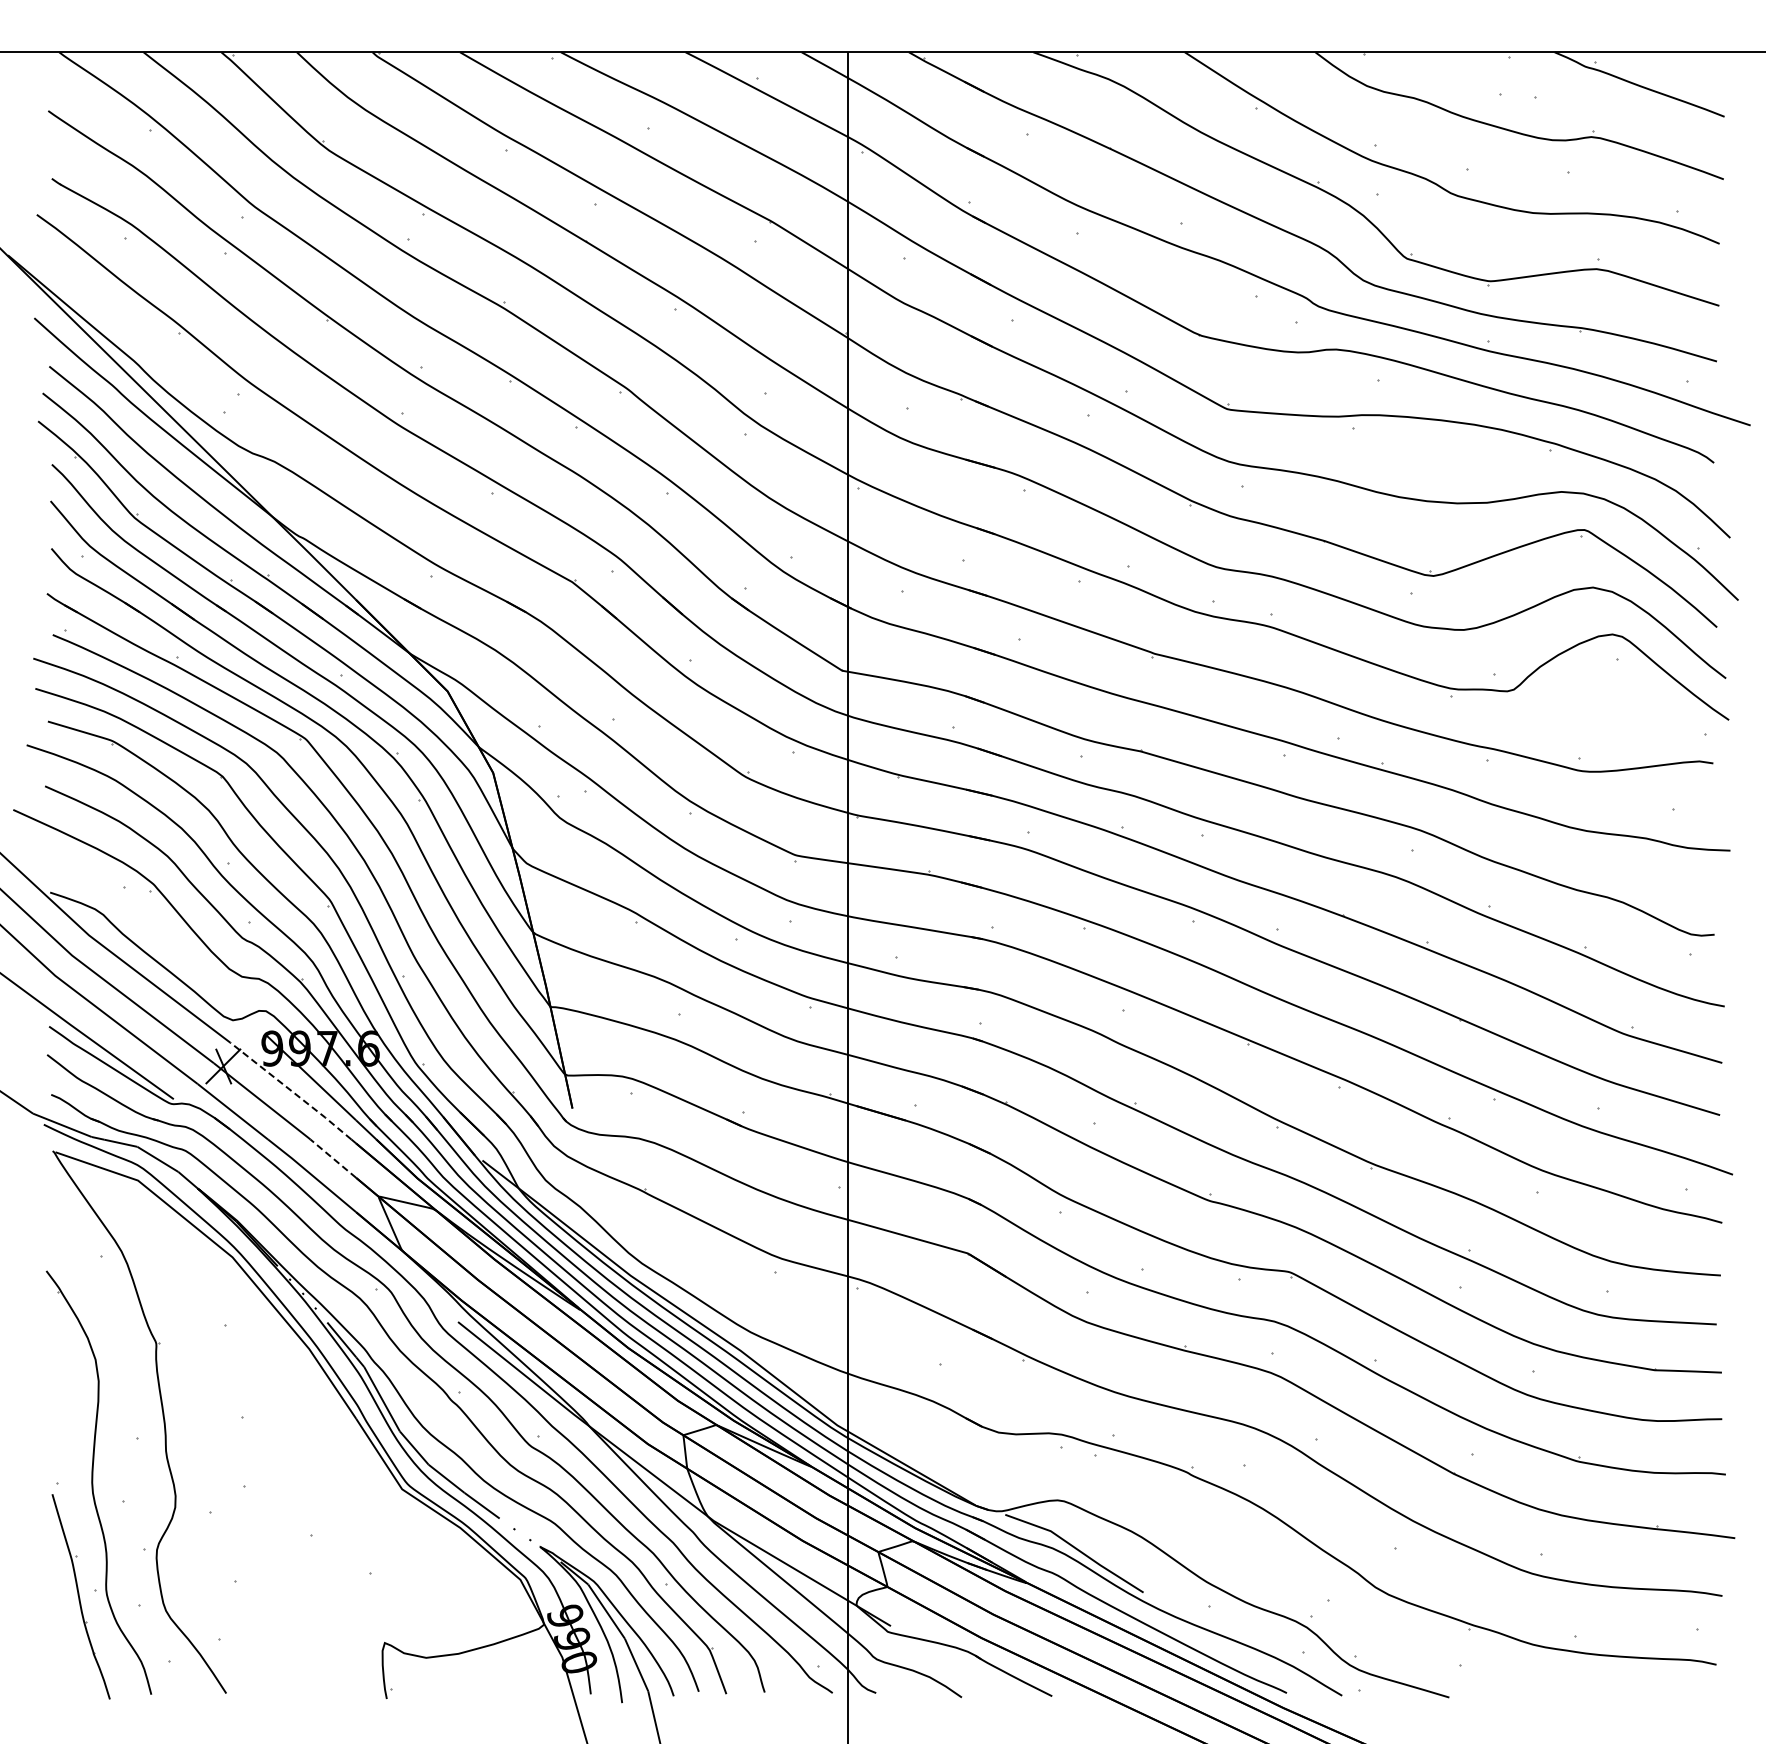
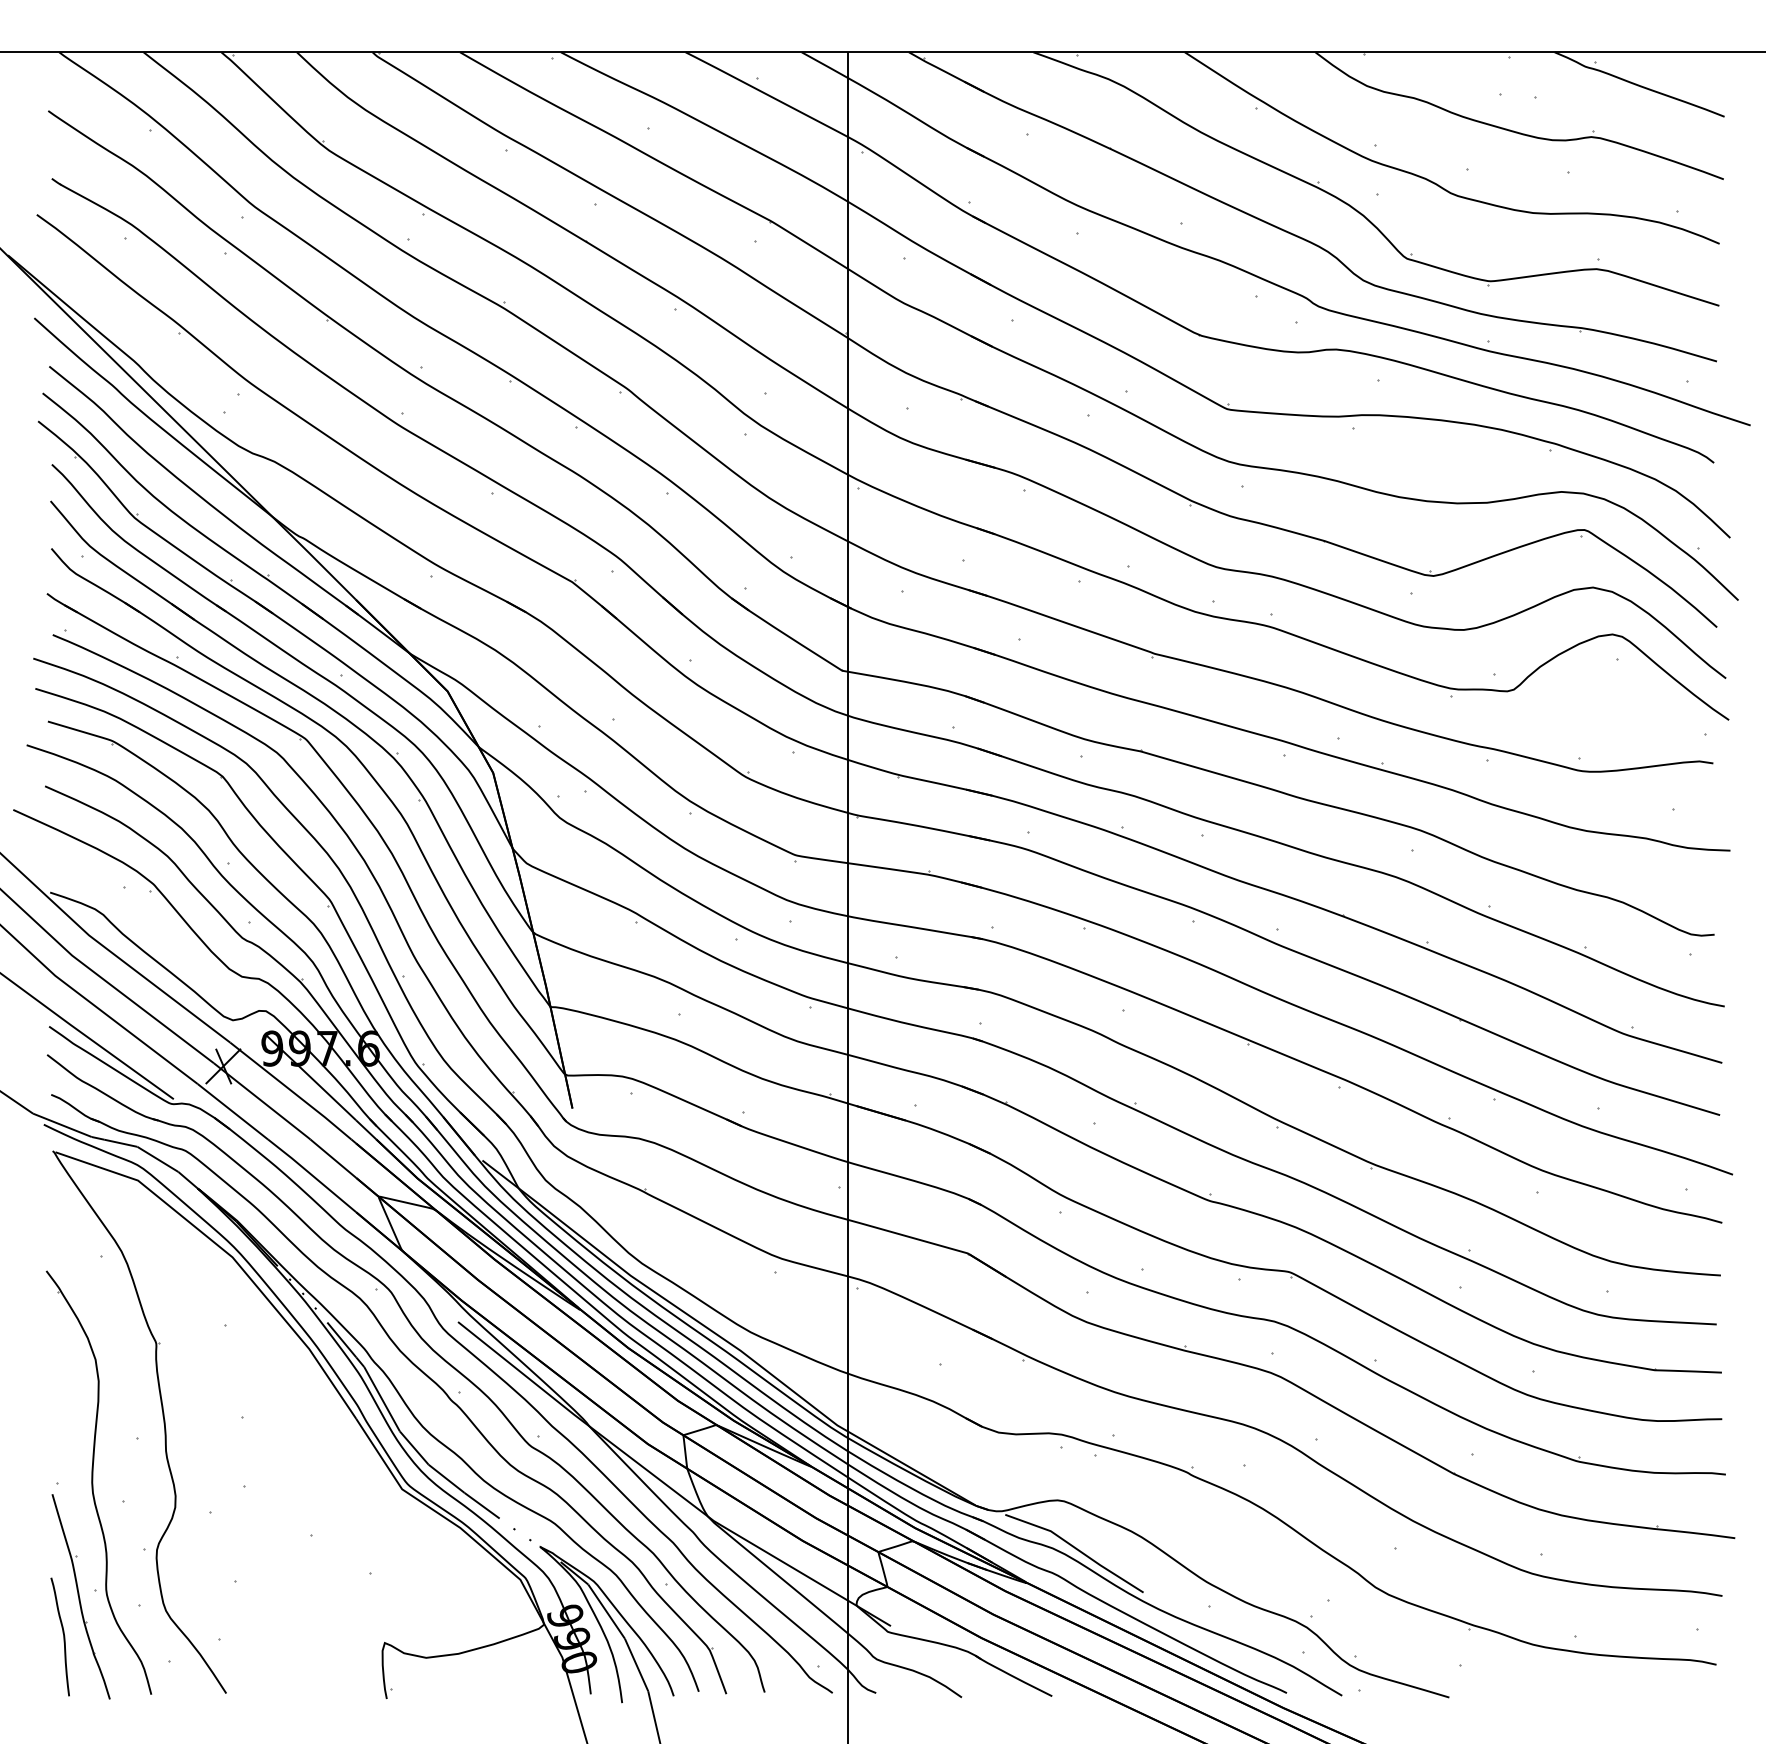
line at (291, 1090): dashed -> solid
line at (333, 1158): dashed -> solid
curve at (63, 1636): none -> present
